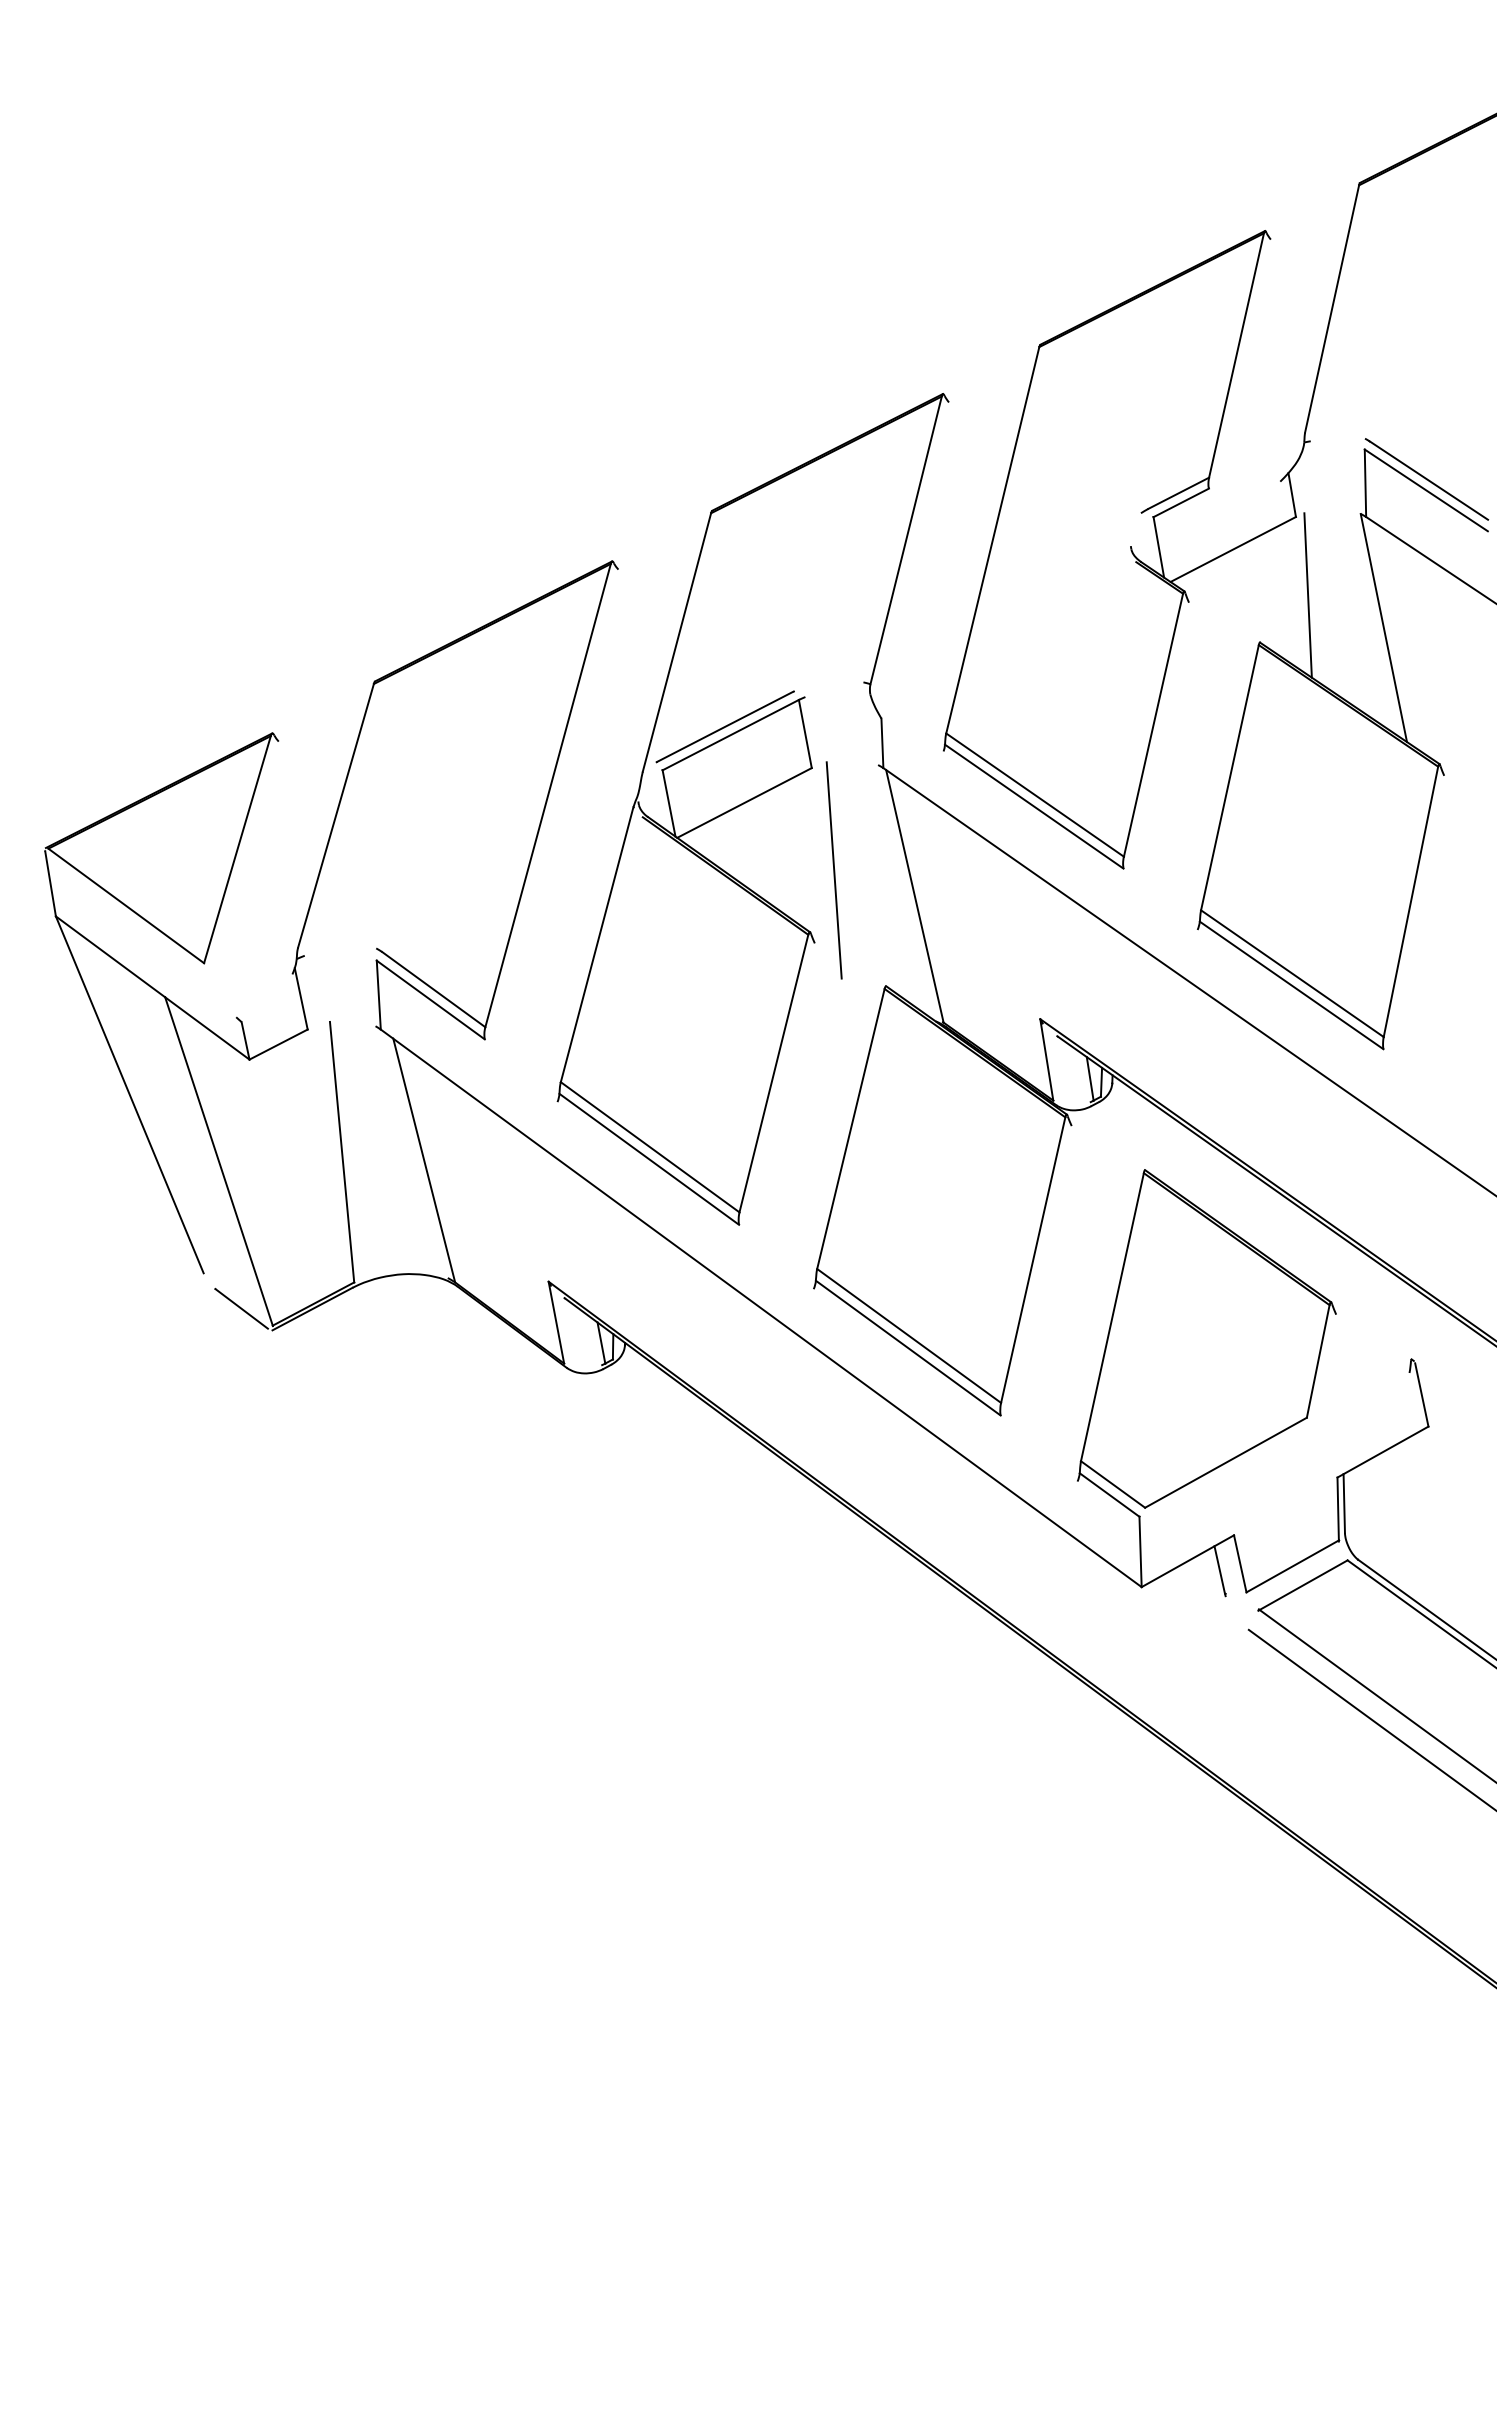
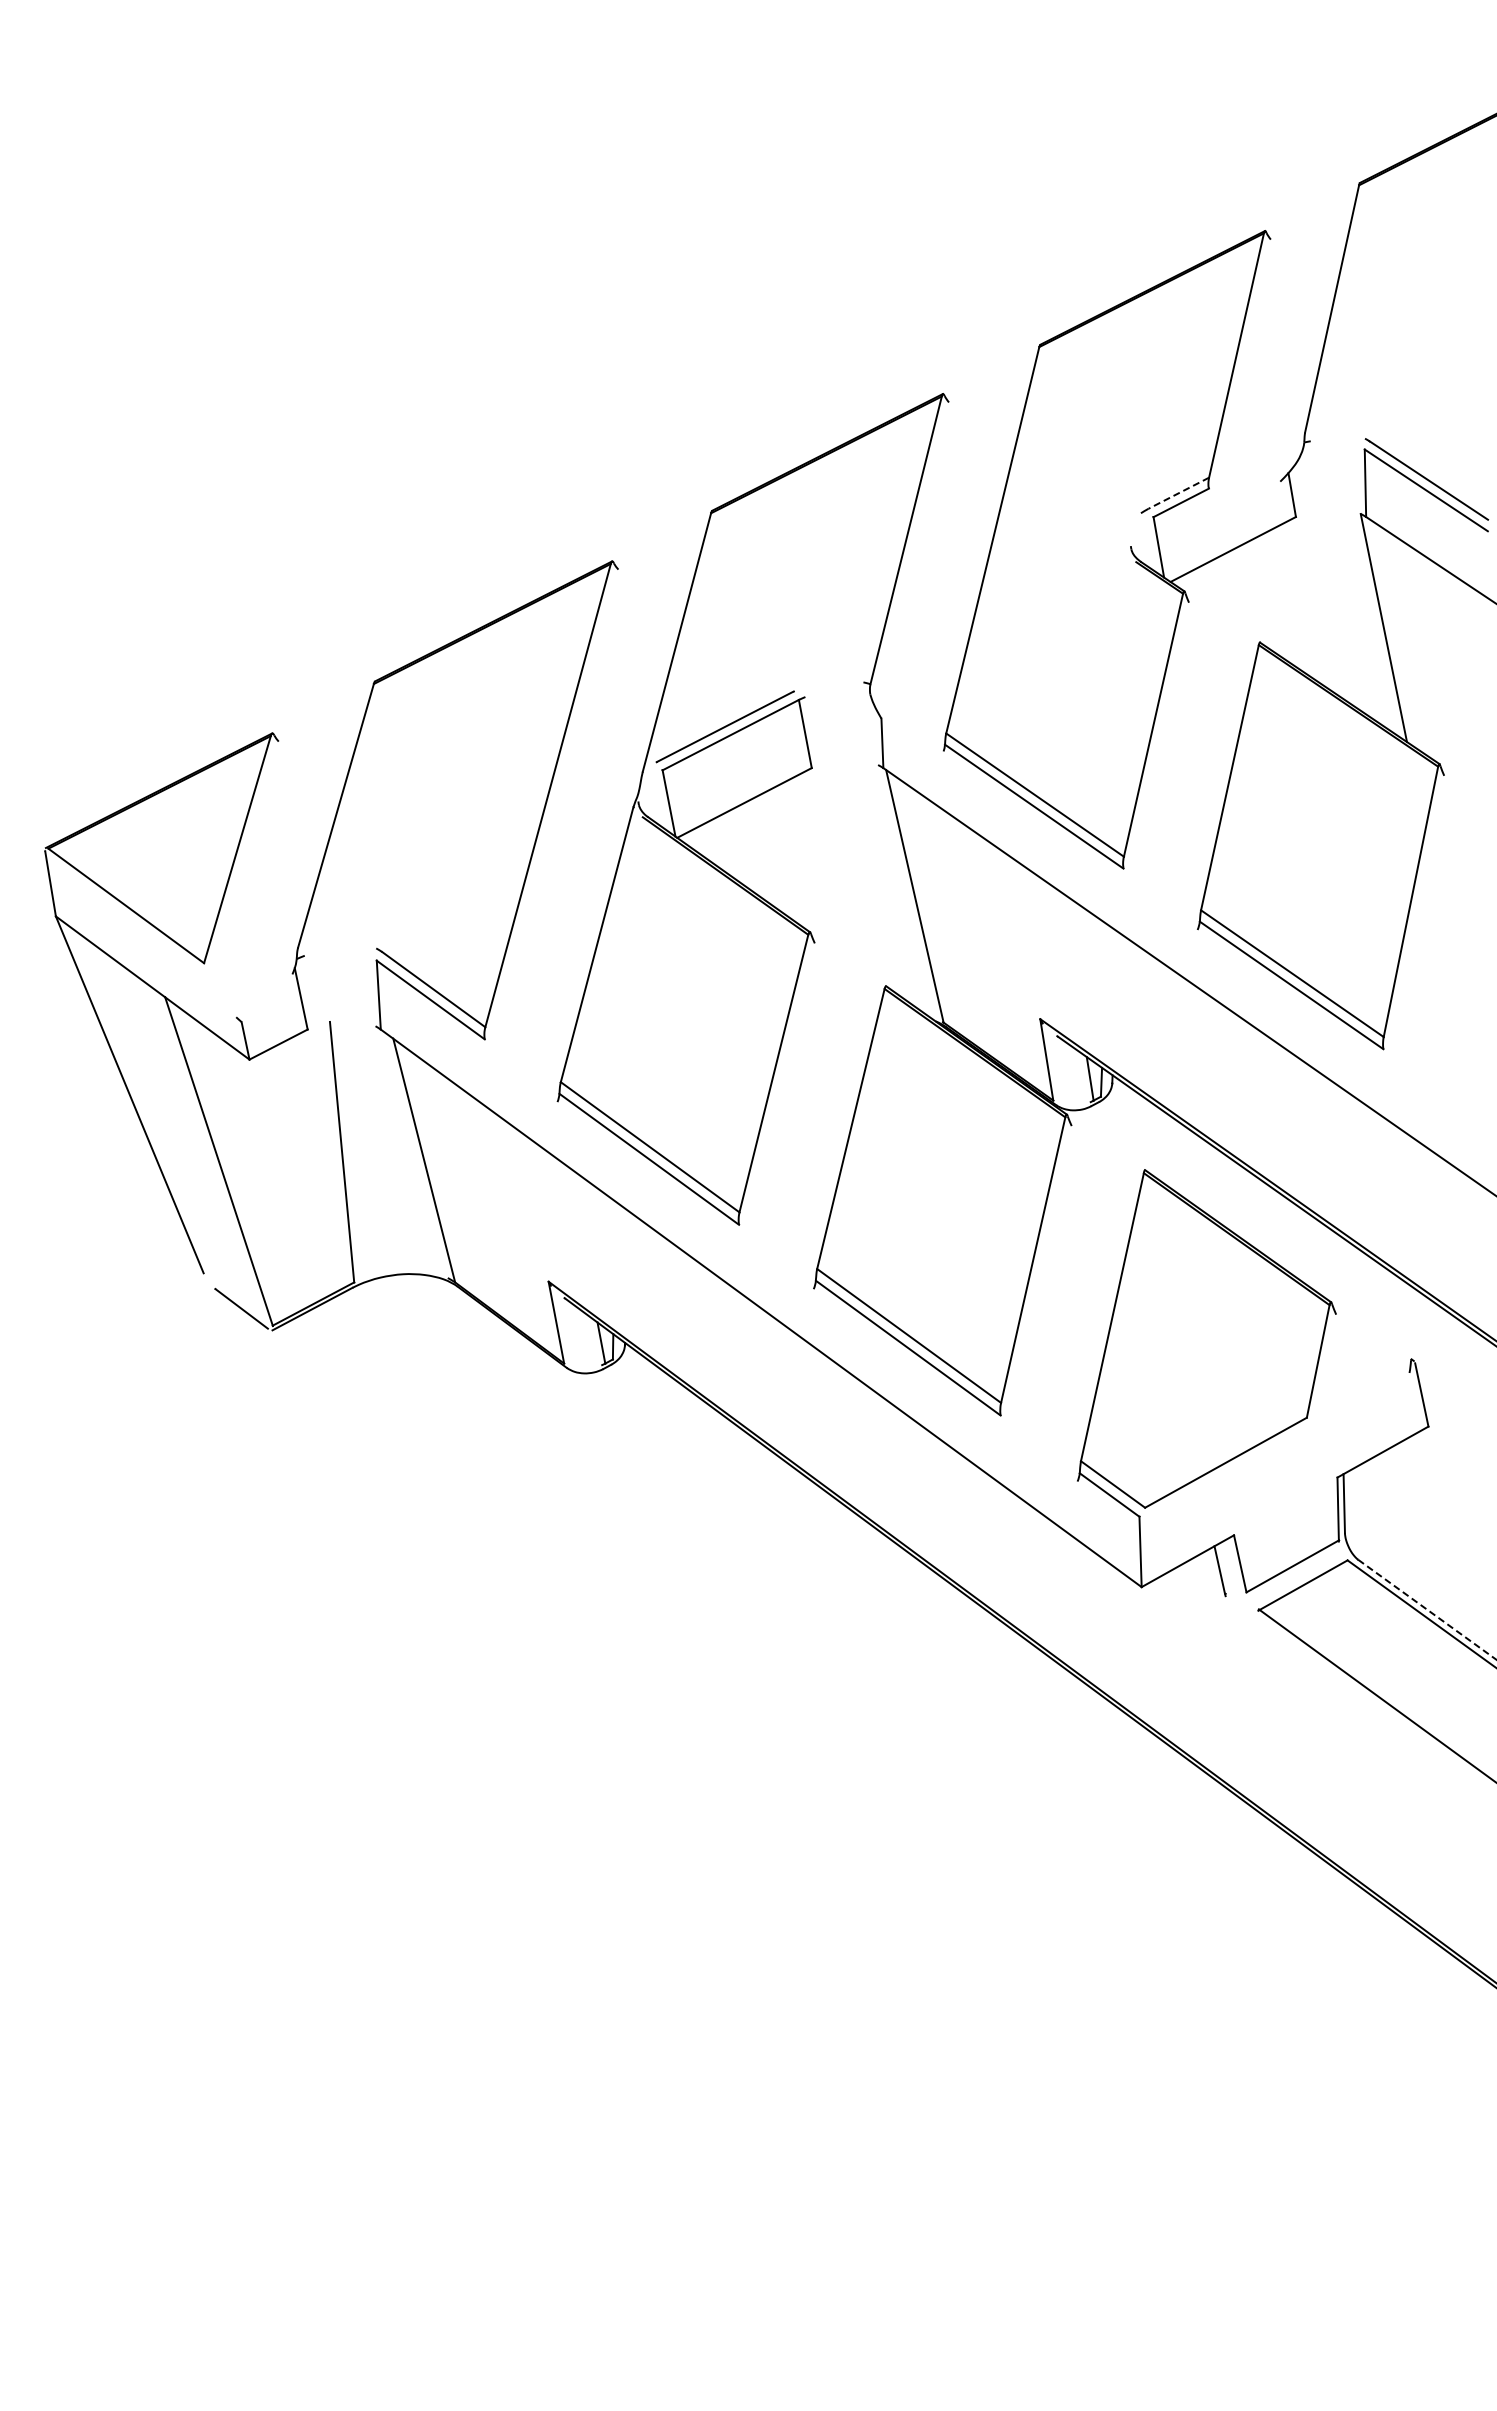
line at (1178, 493): solid -> dashed
line at (1307, 595): present -> none
line at (833, 870): present -> none
line at (1427, 1610): solid -> dashed
line at (1370, 1718): present -> none
